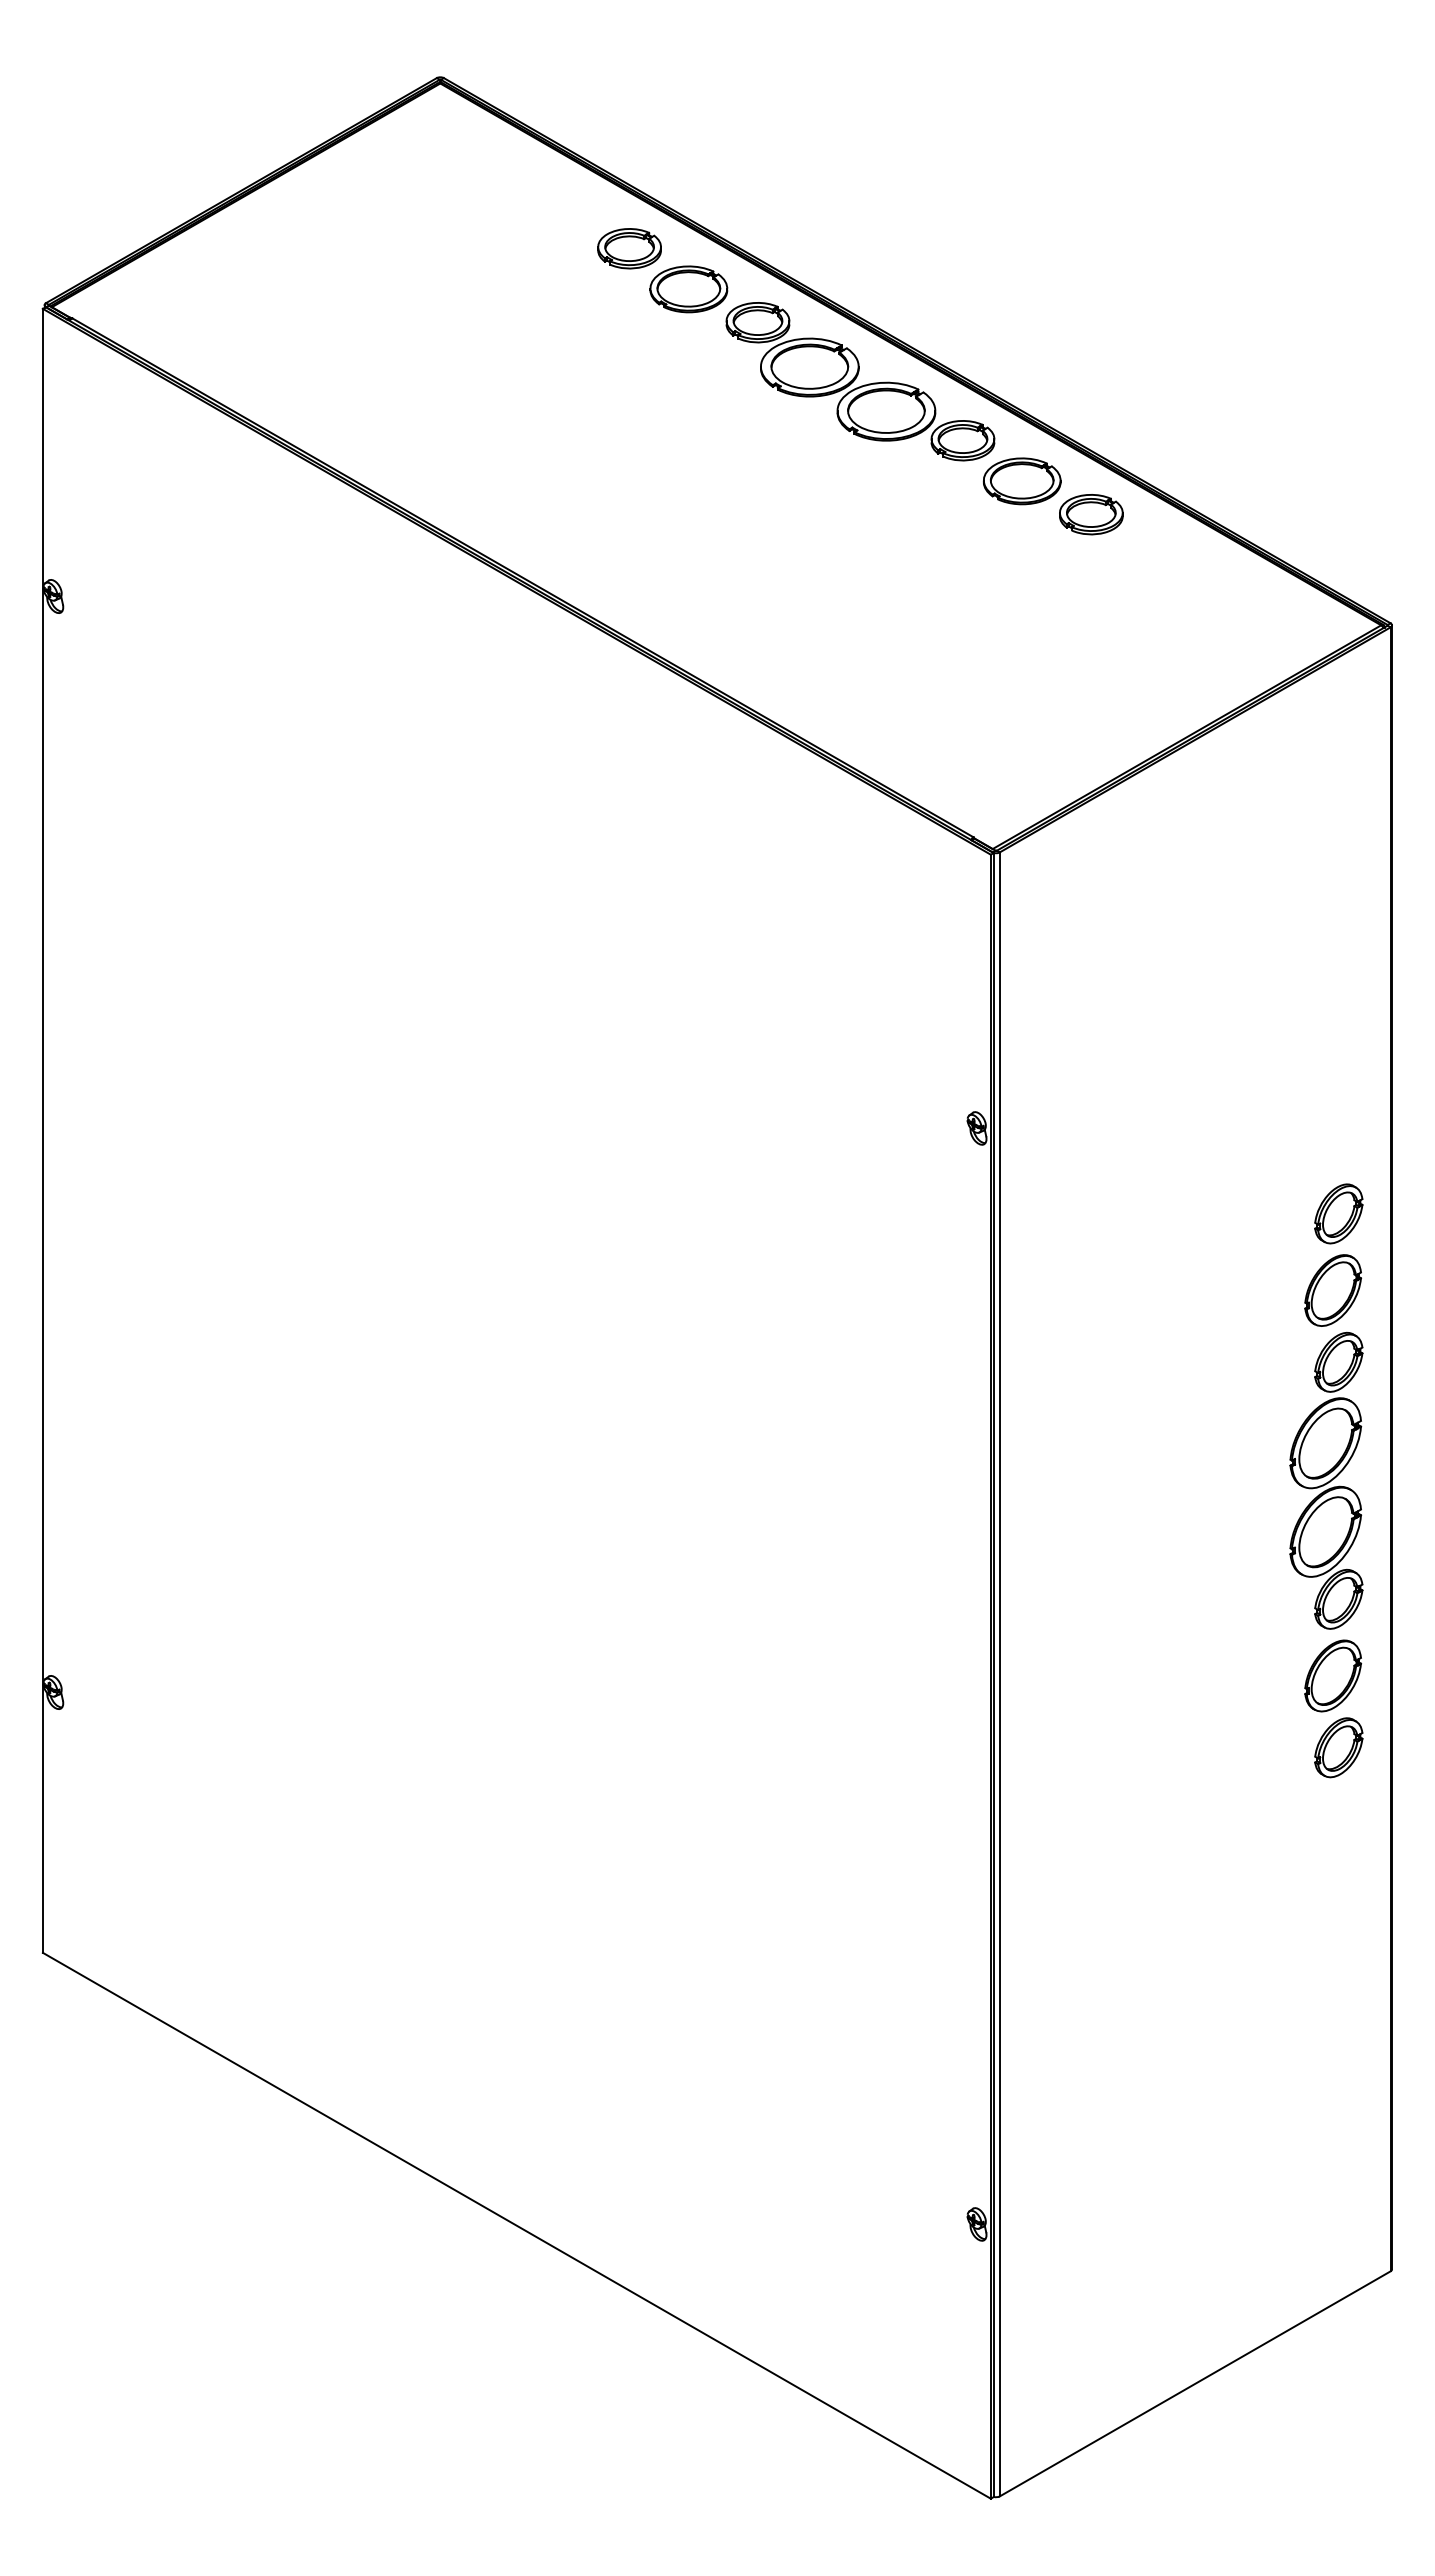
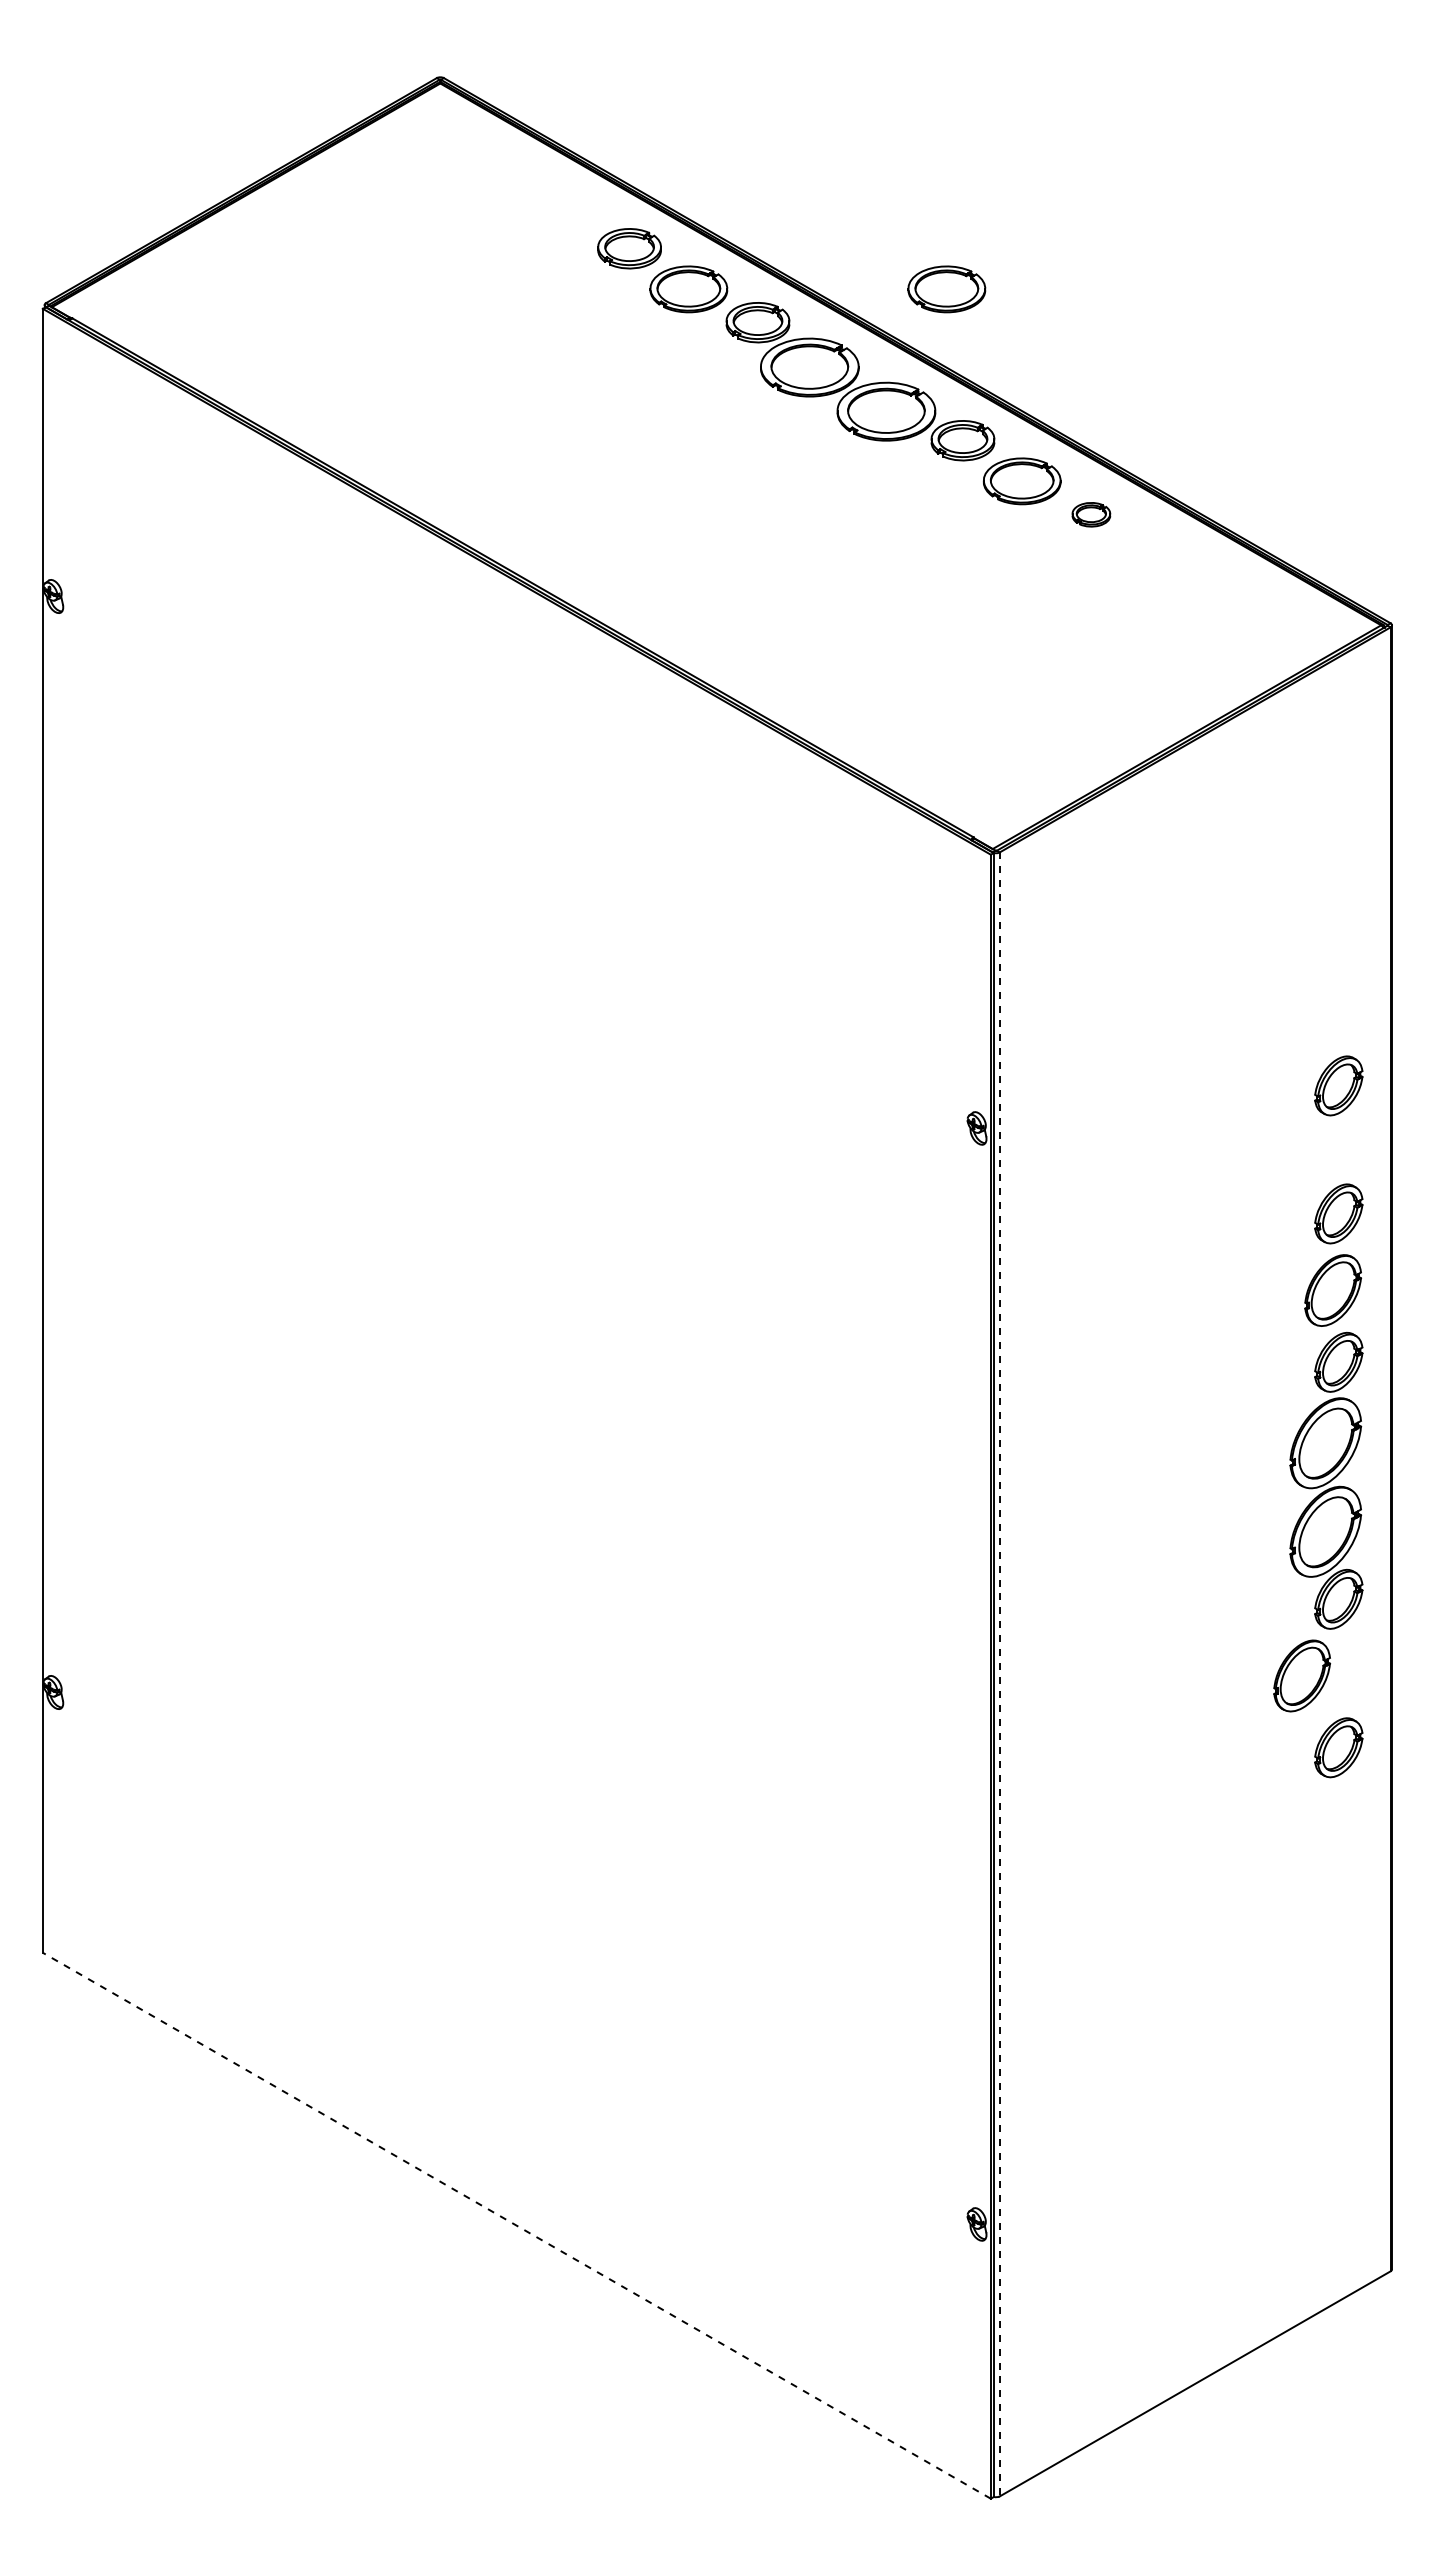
part at (946, 289): none -> present
part at (1091, 514) size: 65x42 px -> 41x26 px
part at (1338, 1085): none -> present
line at (999, 1674): solid -> dashed
part at (1333, 1675) position: (1333, 1675) -> (1302, 1675)
line at (516, 2225): solid -> dashed
